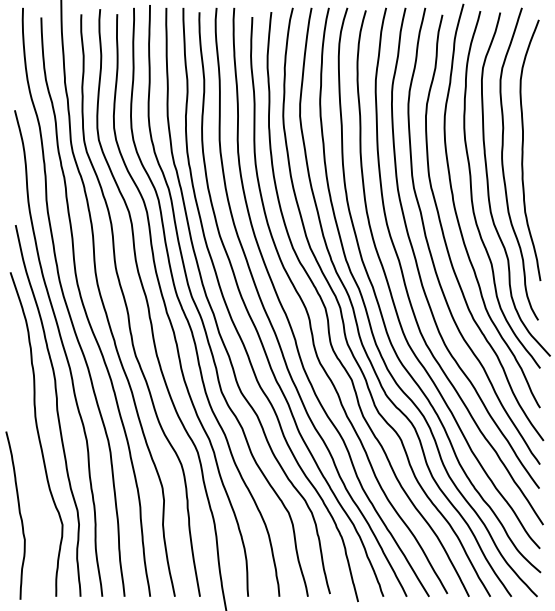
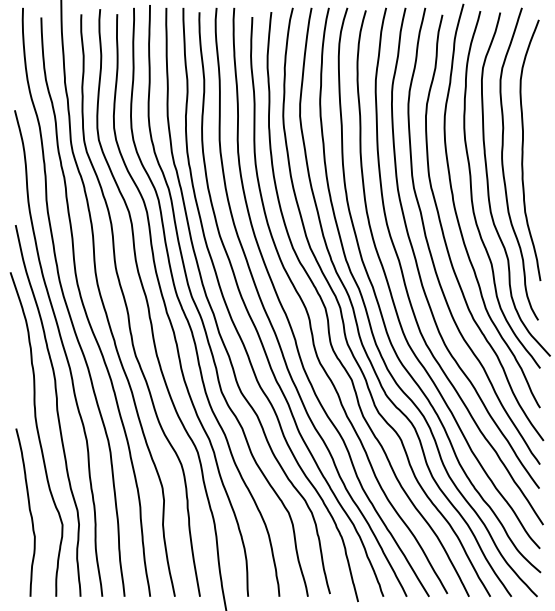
curve at (19, 515) position: (19, 515) -> (29, 512)
